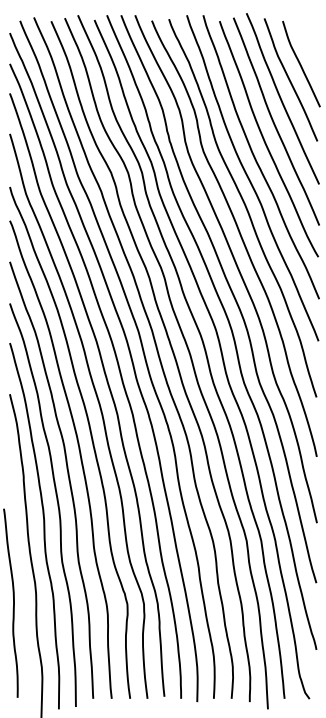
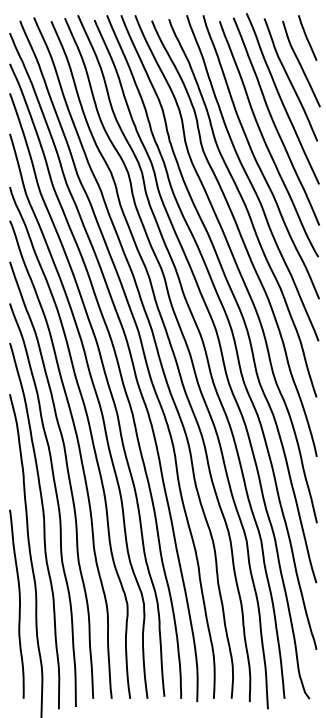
line at (307, 37): none -> present
curve at (13, 602) position: (13, 602) -> (19, 603)
